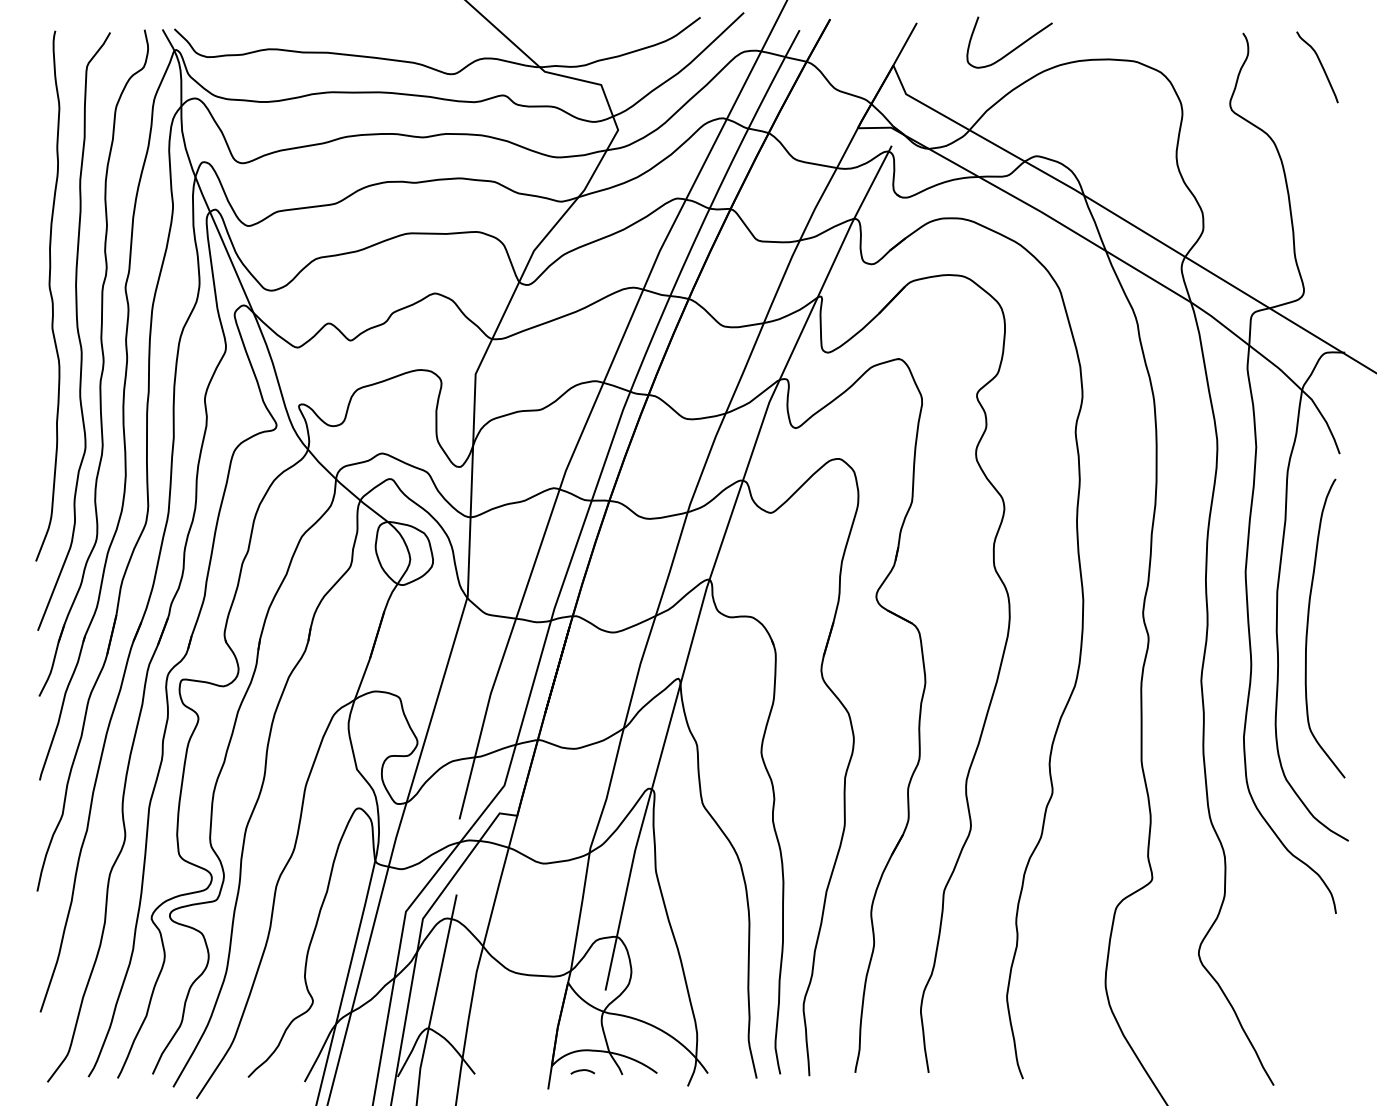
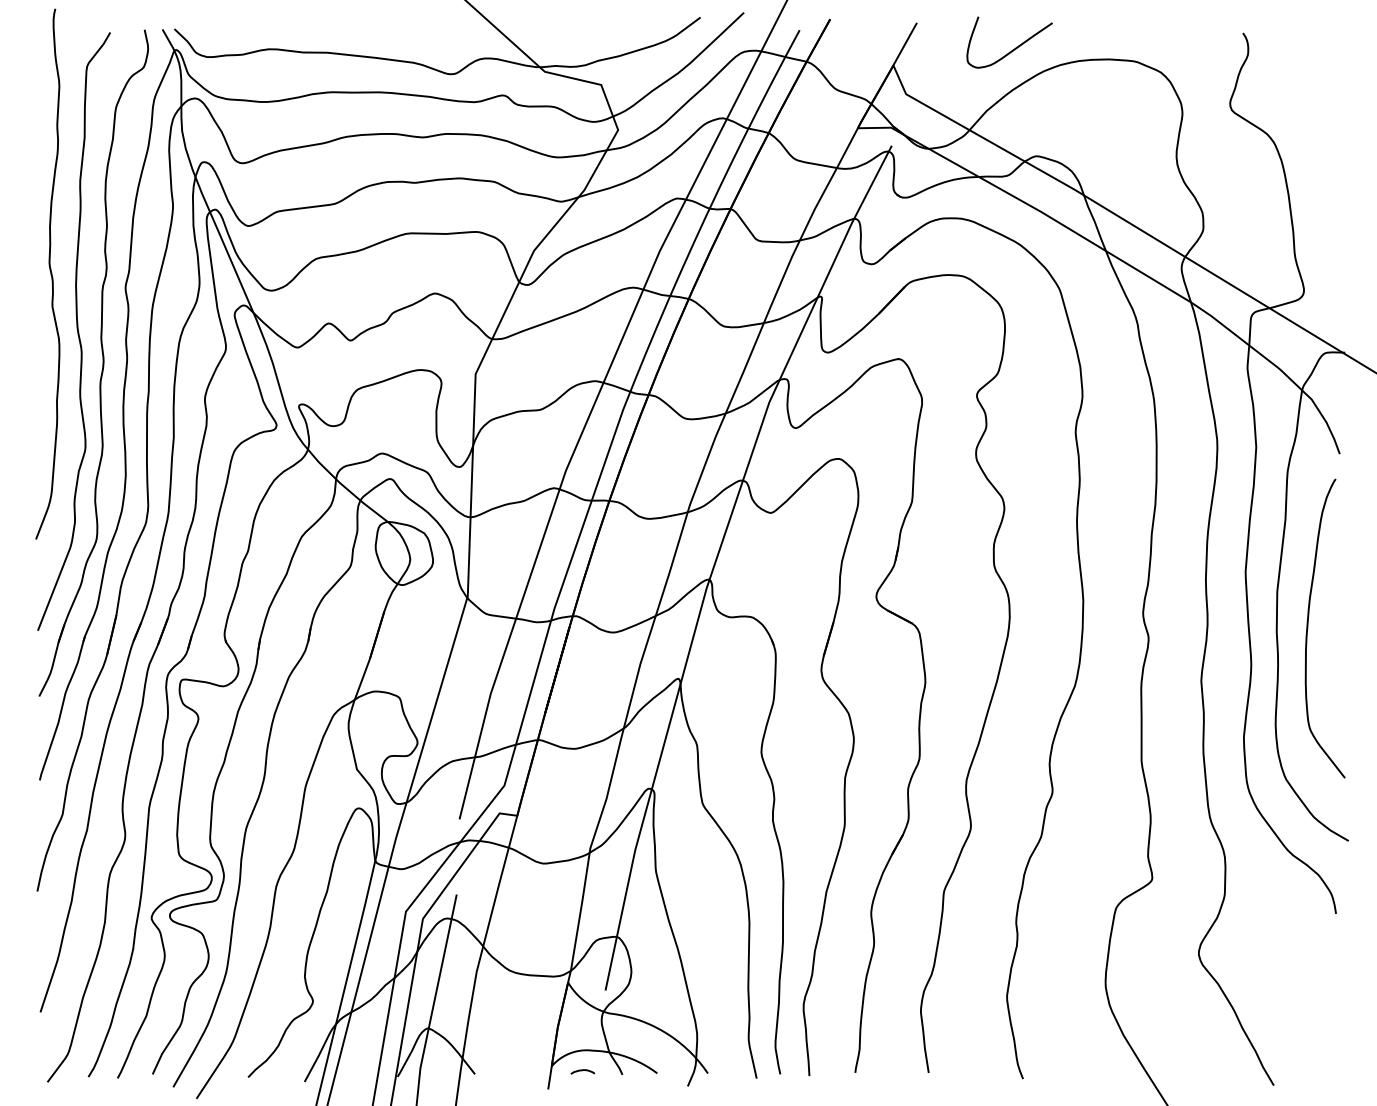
curve at (1320, 65): present -> none
curve at (50, 295) position: (50, 295) -> (50, 273)
